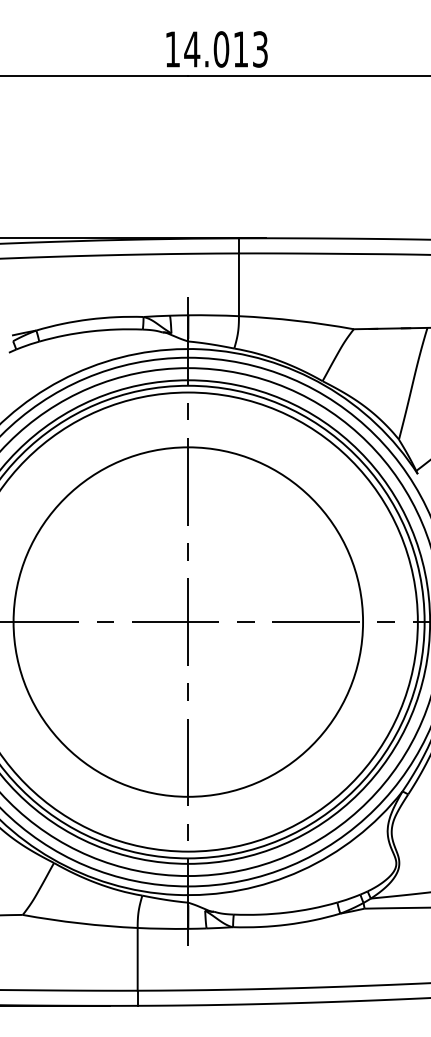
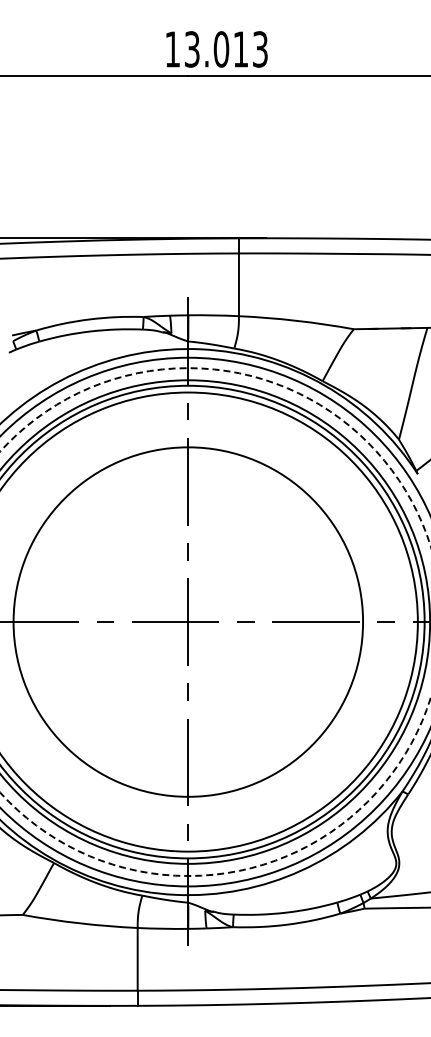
text at (192, 49): 14.013 -> 13.013
circle at (215, 622): solid -> dashed
